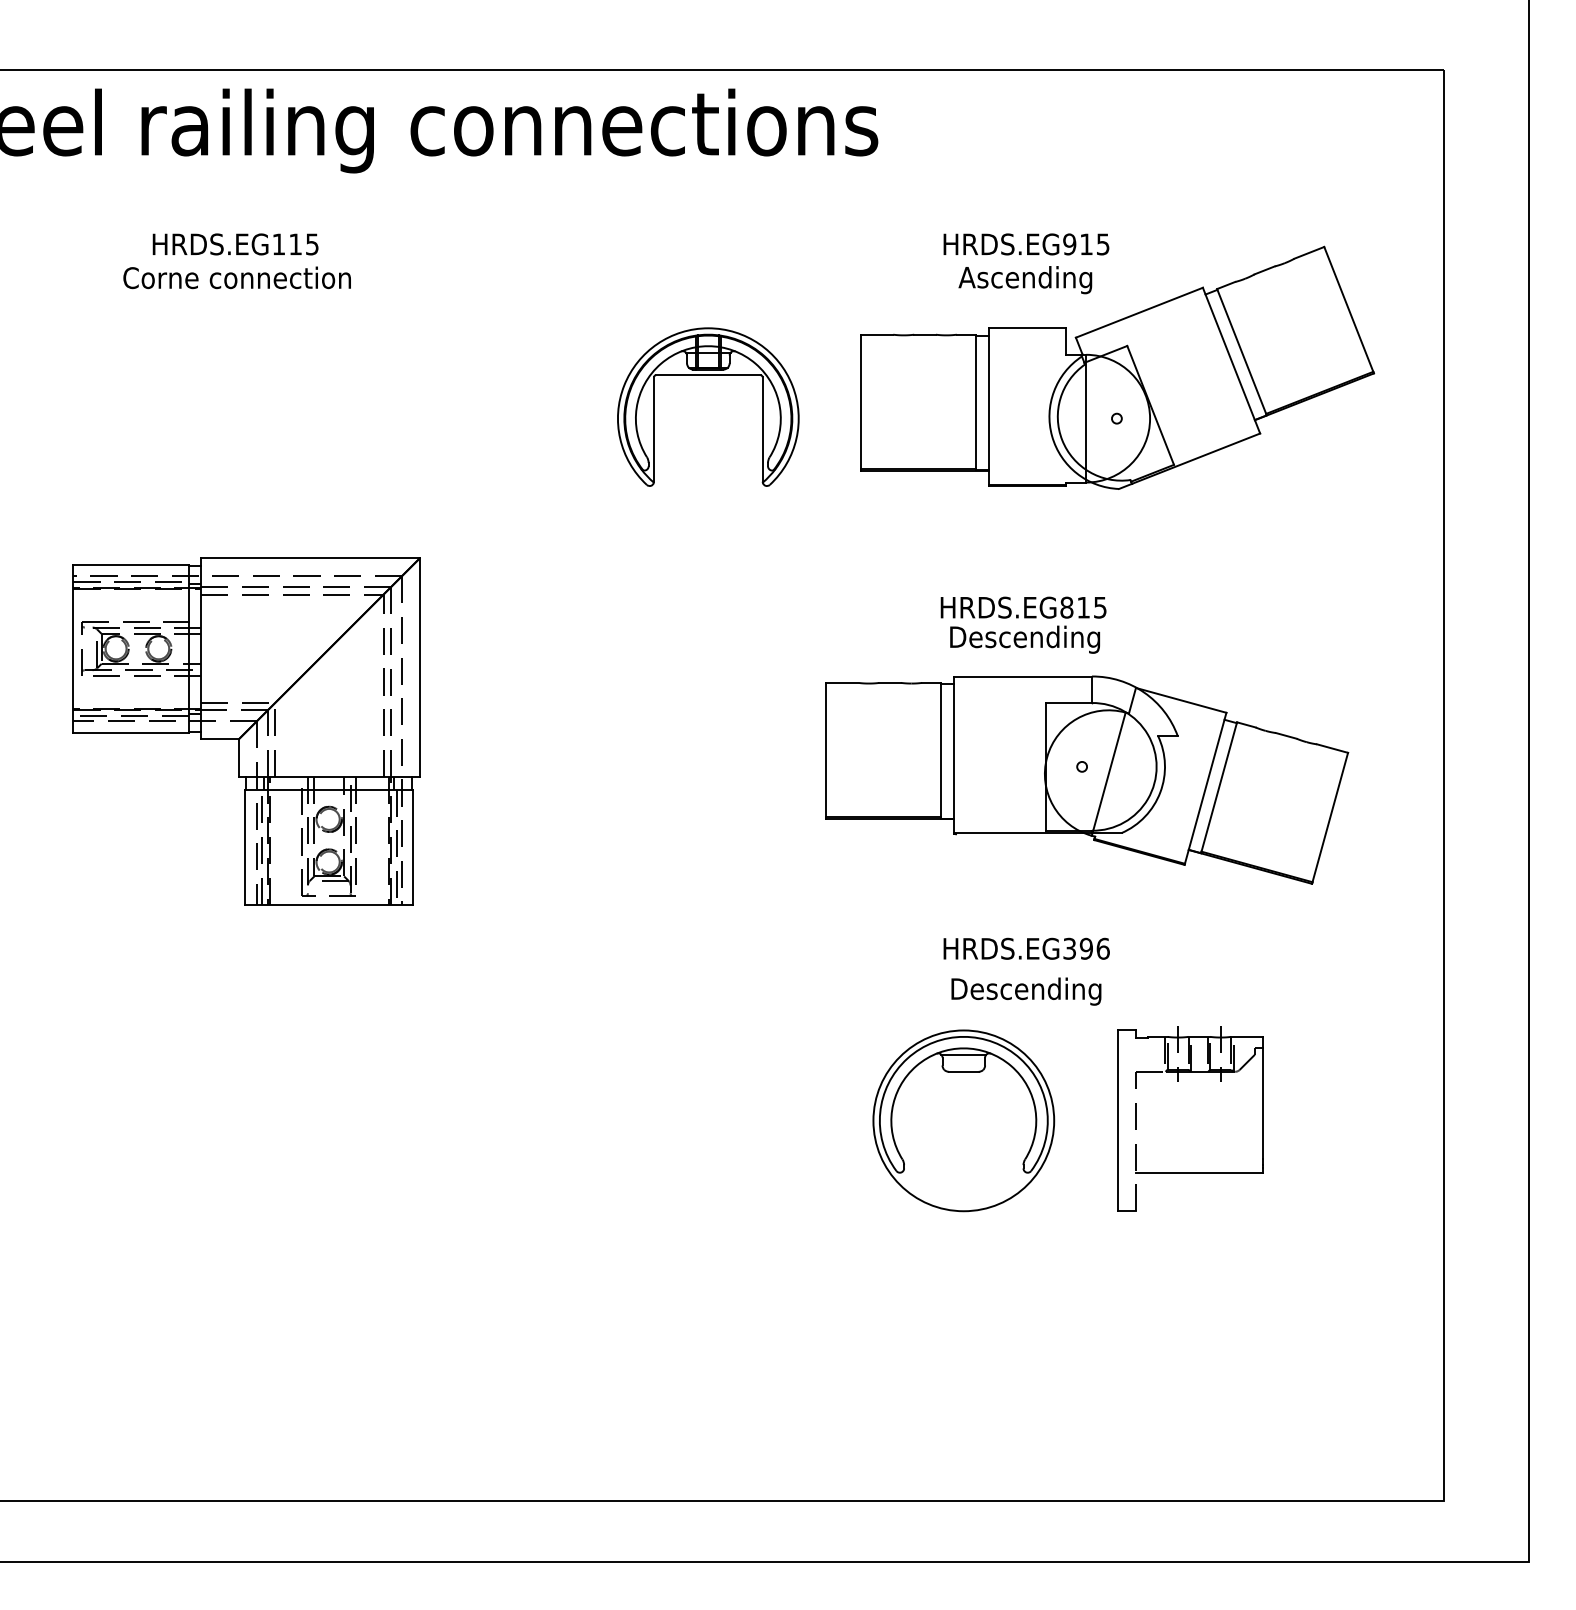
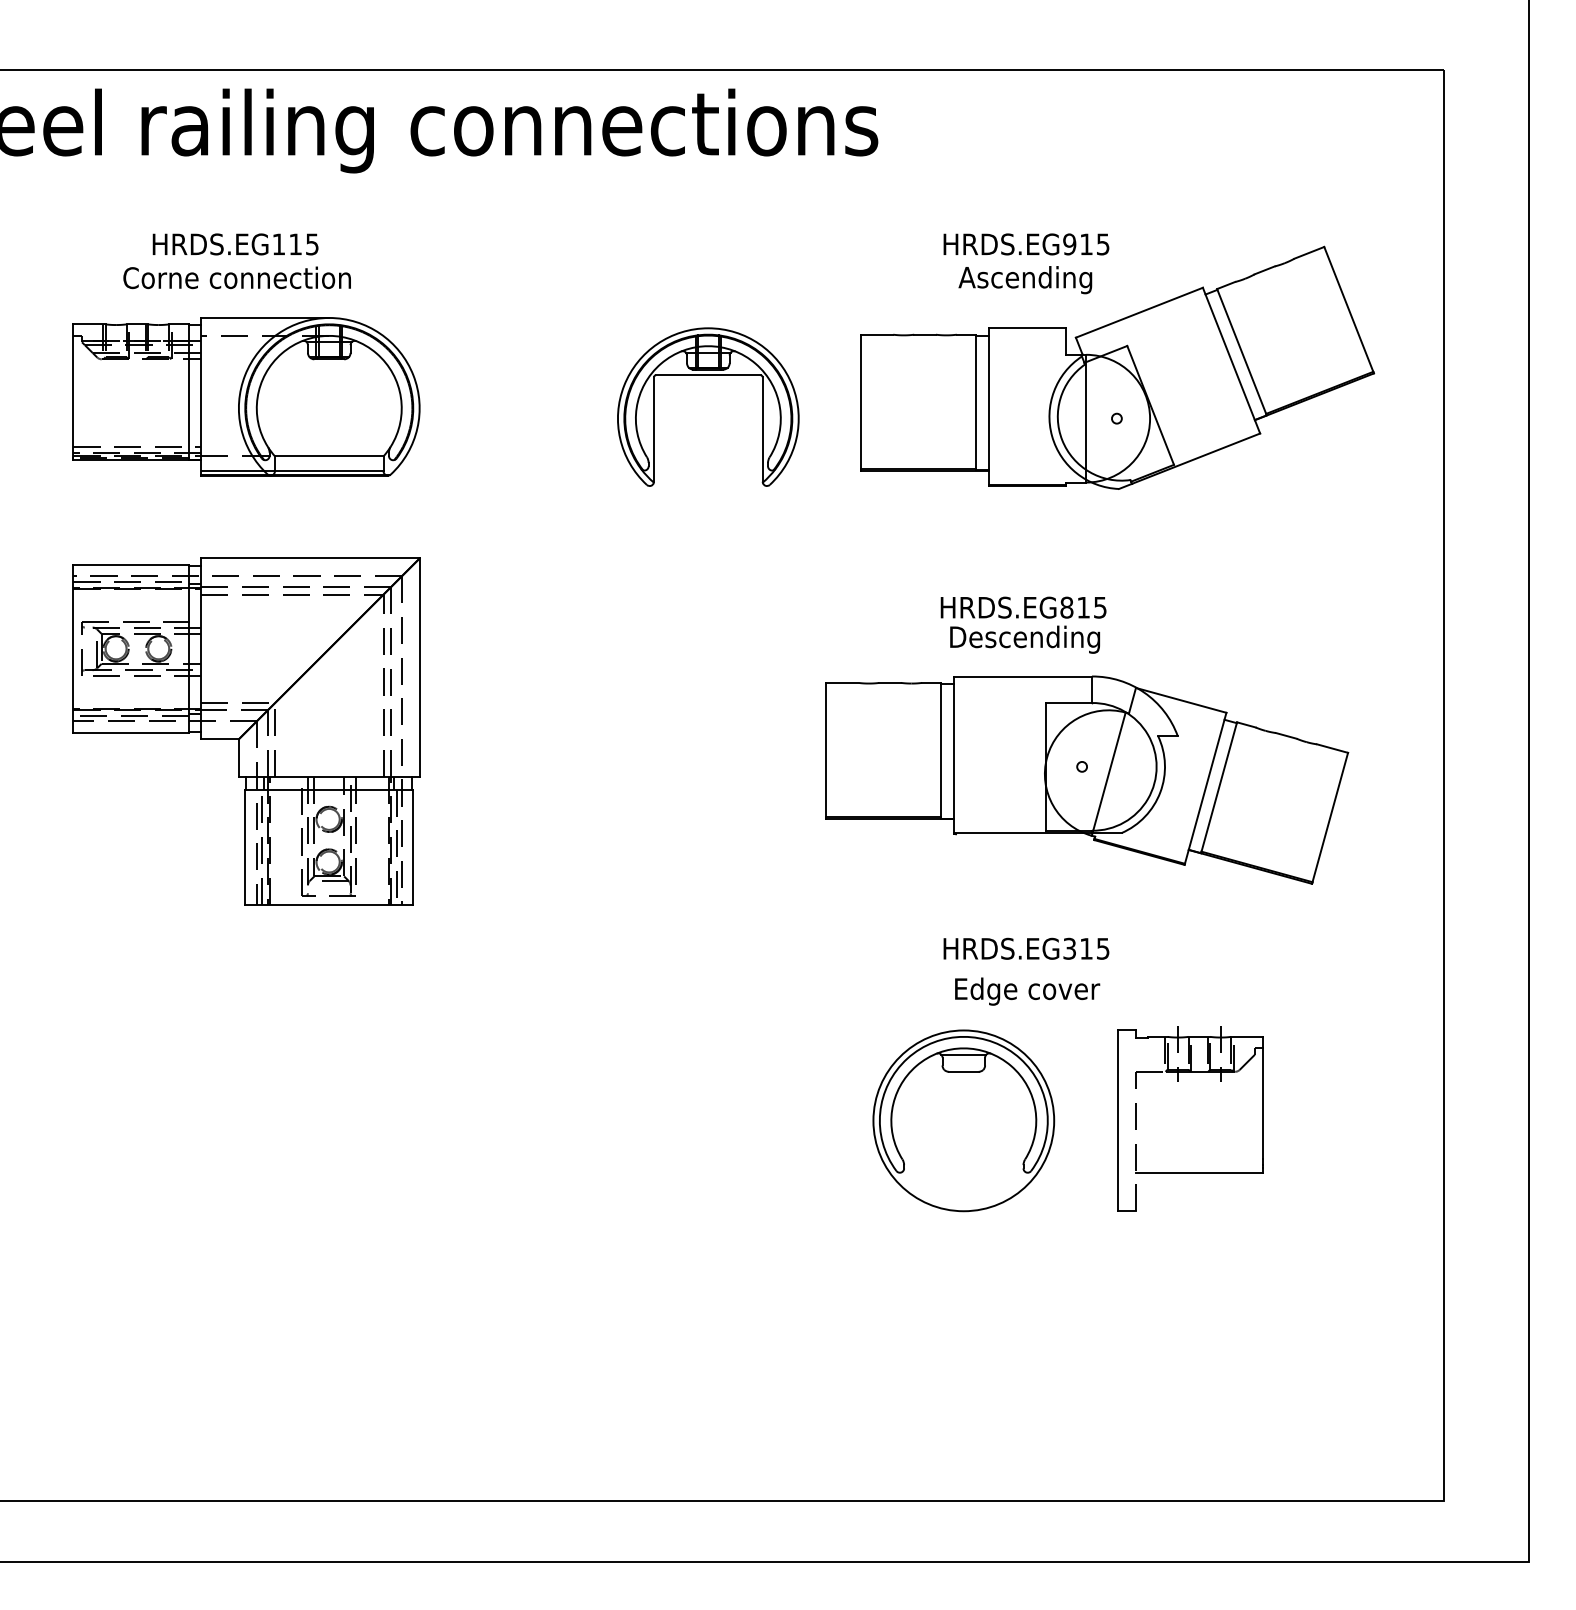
part at (246, 396): none -> present
text at (1094, 948): HRDS.EG396 -> HRDS.EG315
text at (1026, 991): Descending -> Edge cover
